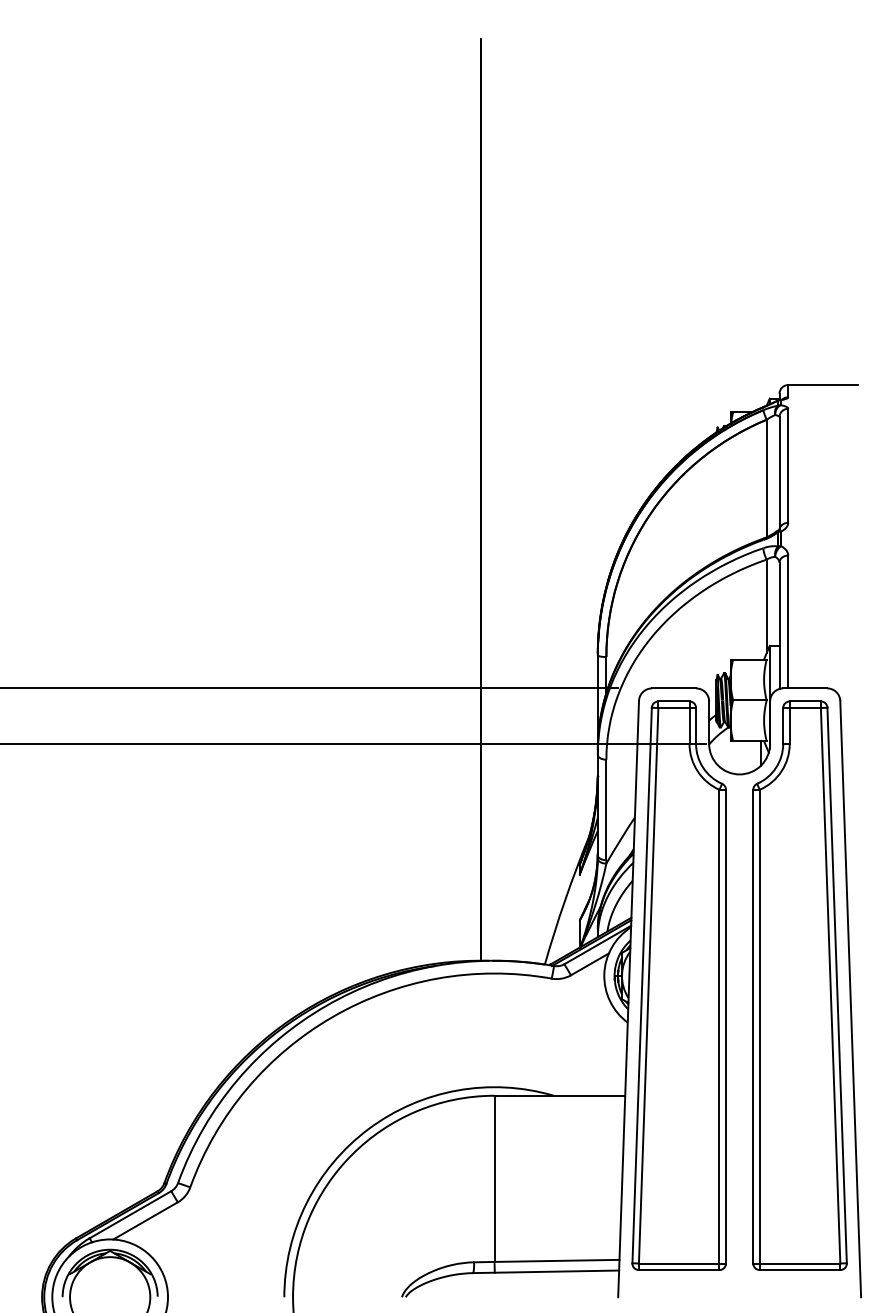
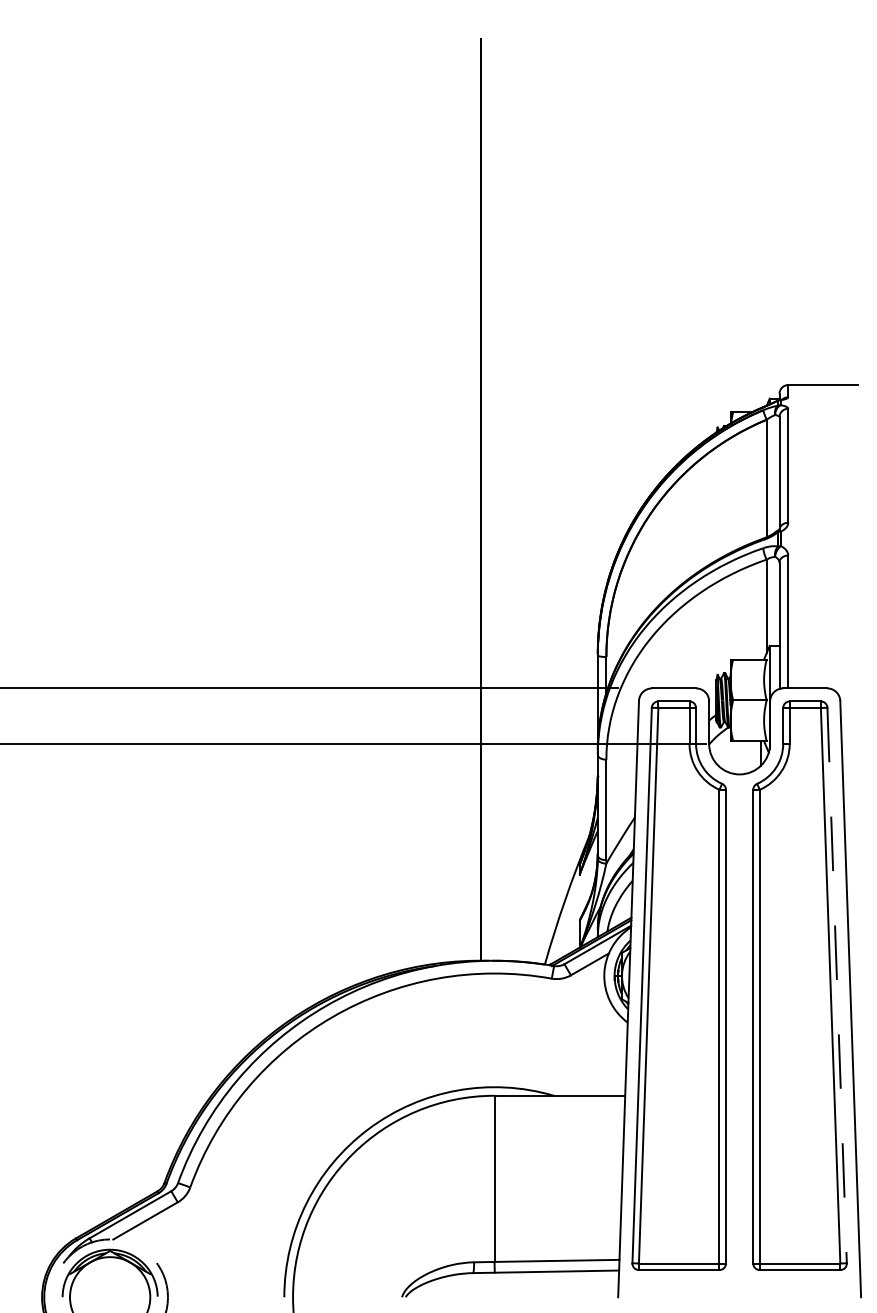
line at (837, 985): solid -> dashed
circle at (110, 1275): solid -> dashed
